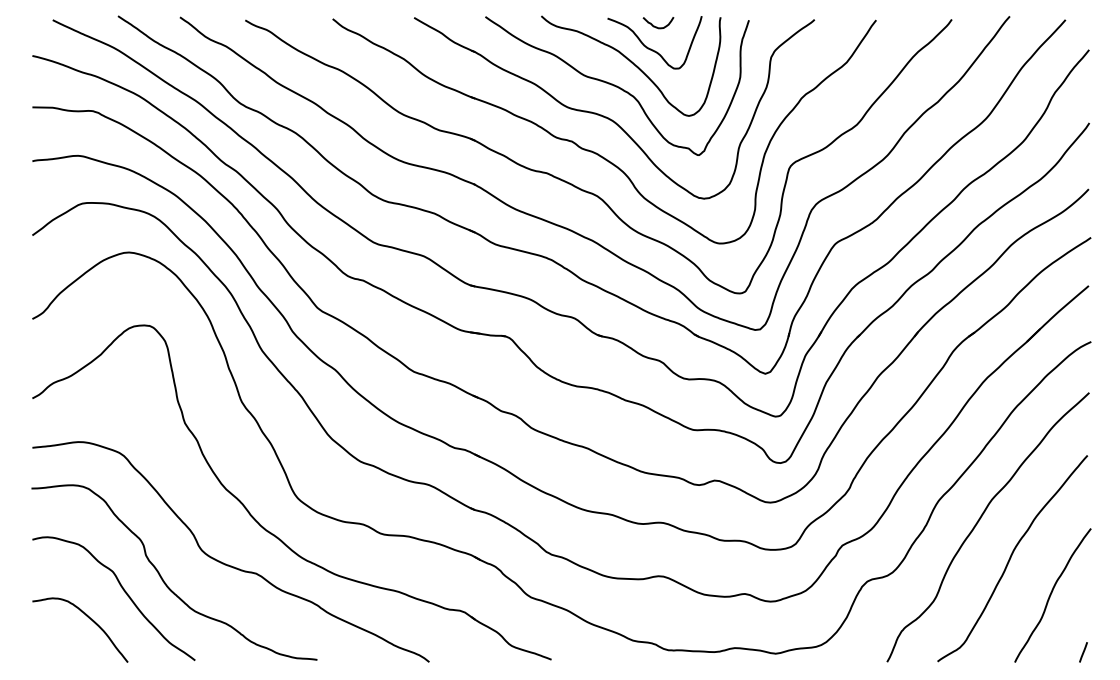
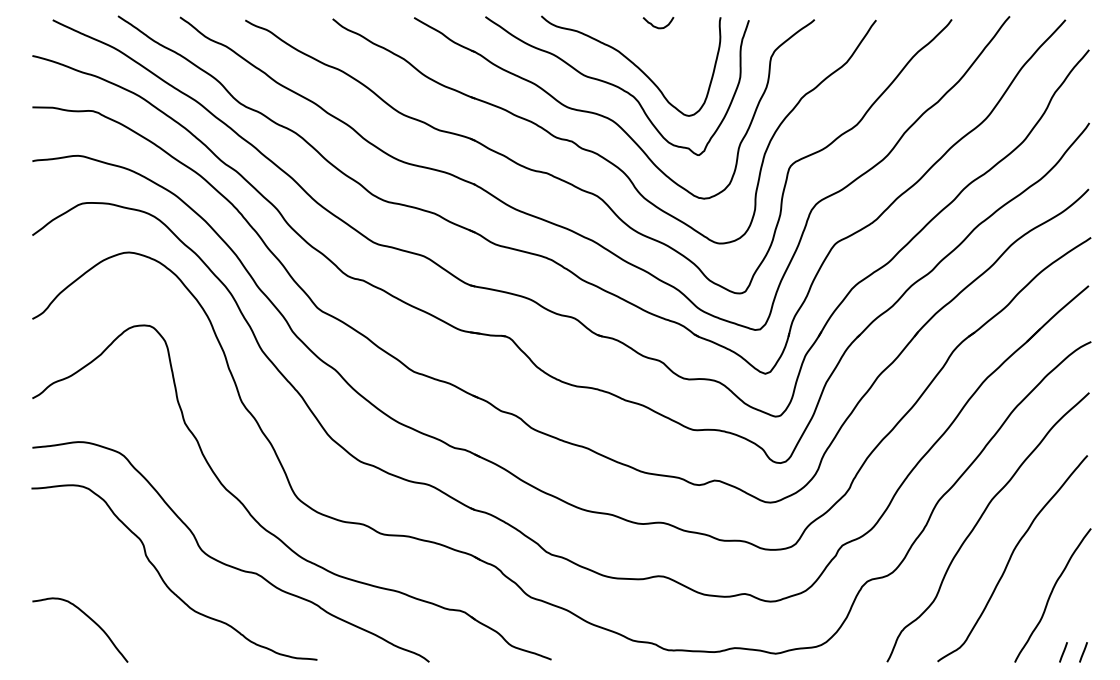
curve at (651, 48): present -> none
curve at (124, 592): present -> none
line at (1063, 652): none -> present
